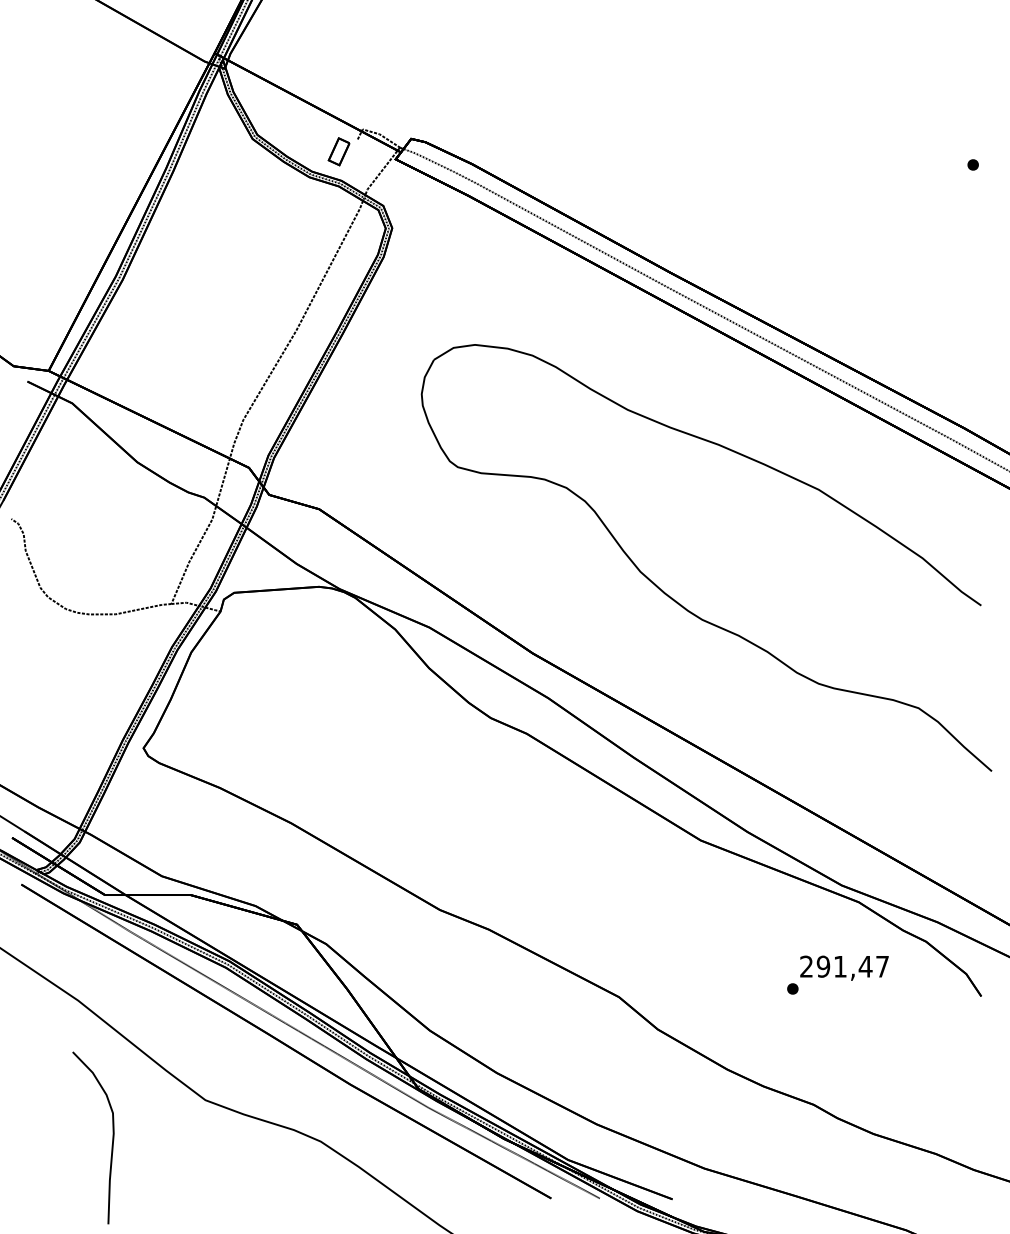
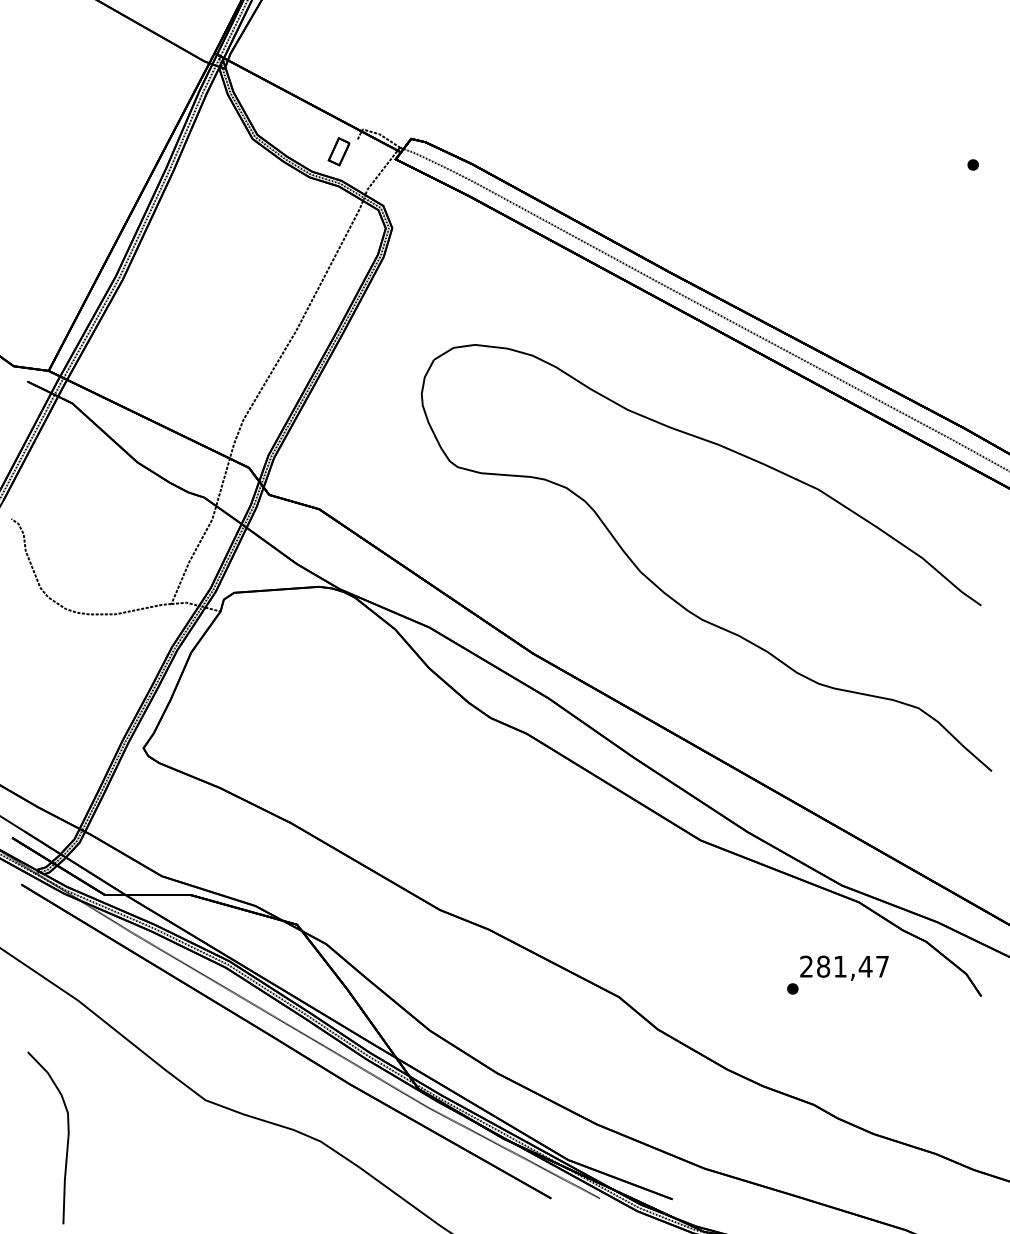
text at (823, 966): 291,47 -> 281,47
part at (112, 1137) position: (112, 1137) -> (67, 1137)
